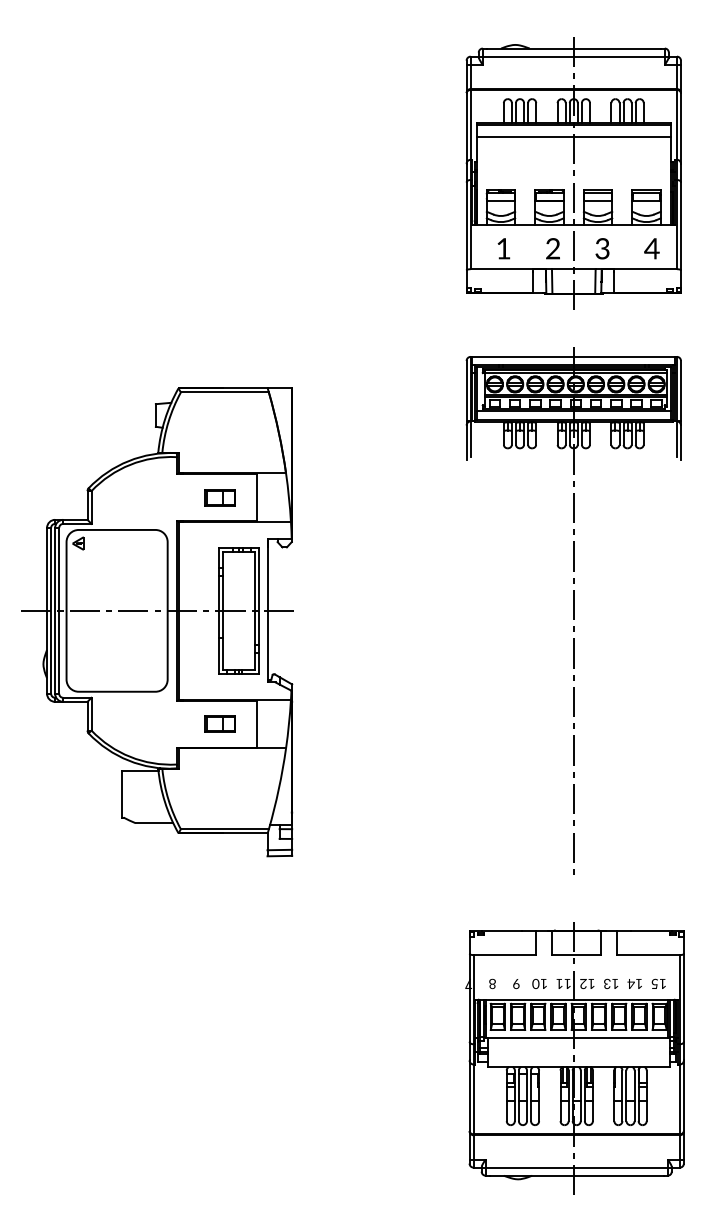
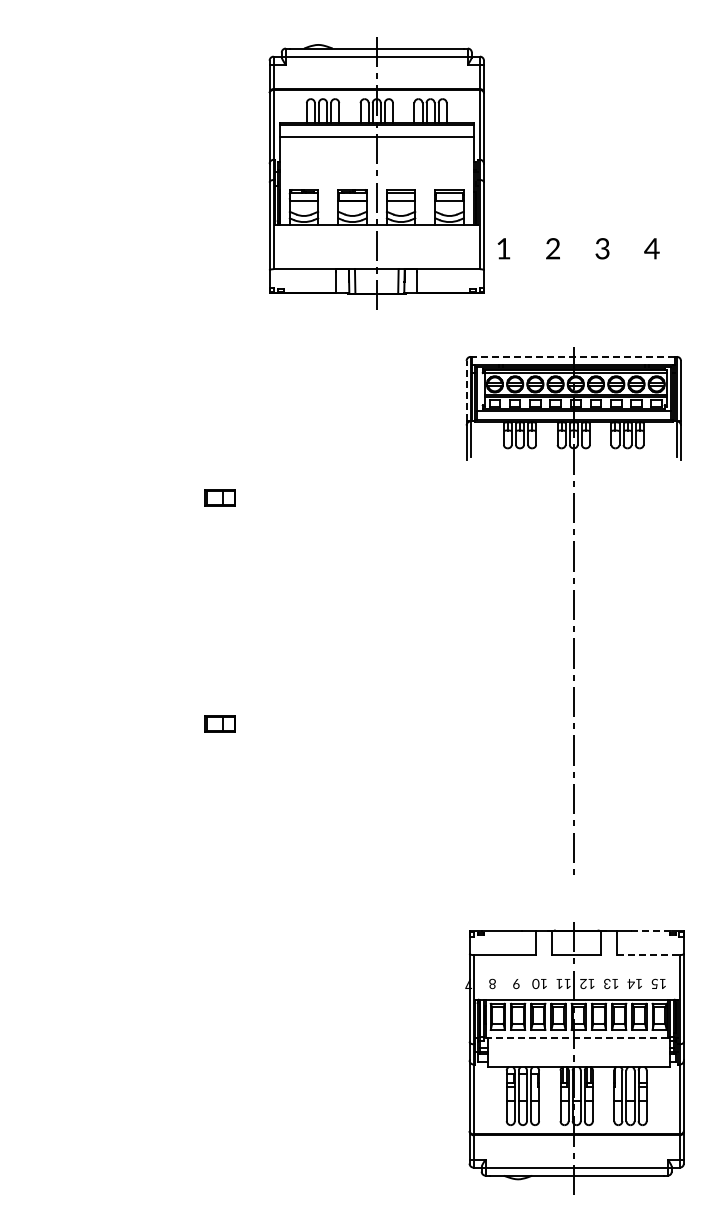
part at (573, 173) position: (573, 173) -> (376, 173)
line at (573, 356): solid -> dashed
line at (466, 390): solid -> dashed
part at (157, 622): present -> none
line at (652, 931): solid -> dashed
line at (649, 955): solid -> dashed
line at (576, 1038): solid -> dashed
